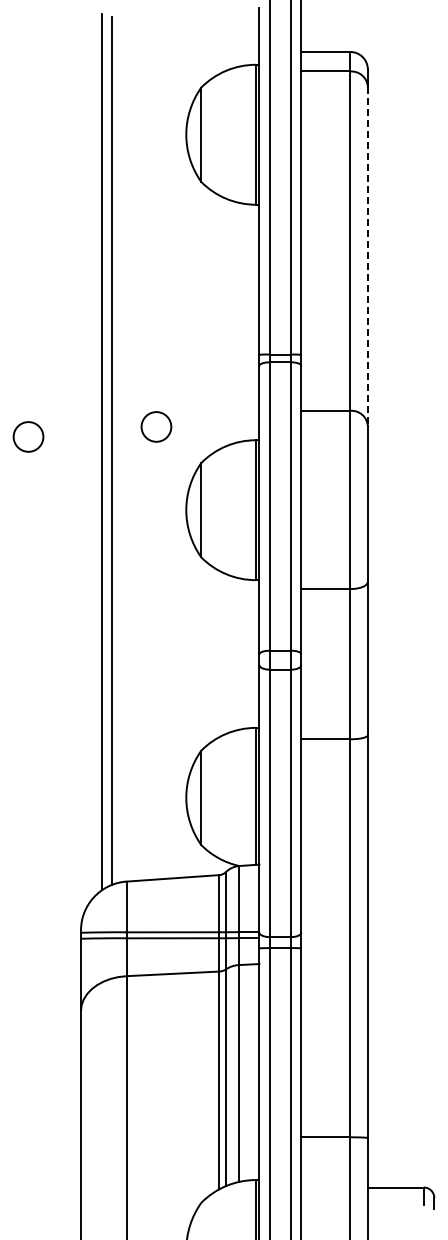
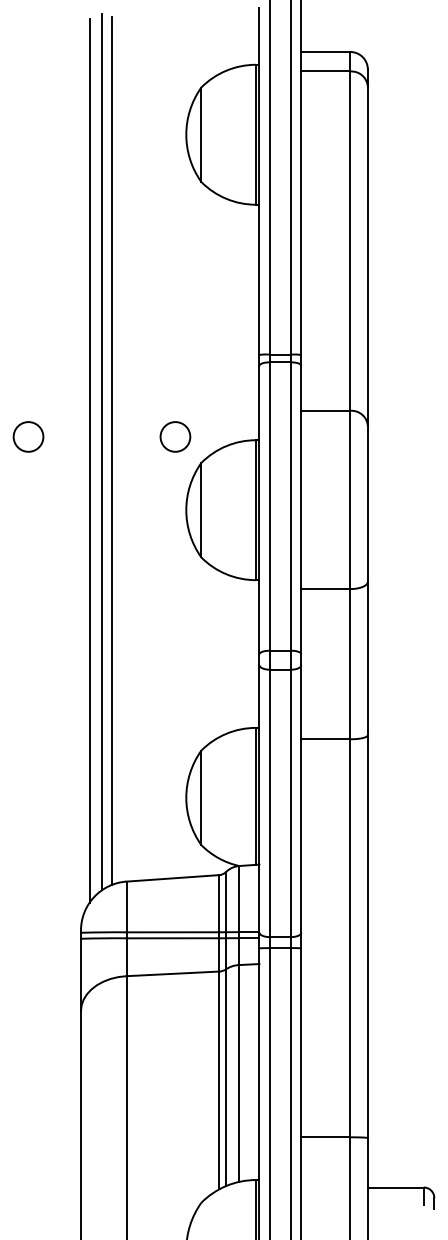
line at (367, 256): dashed -> solid
circle at (156, 426) position: (156, 426) -> (175, 436)
line at (89, 460): none -> present
